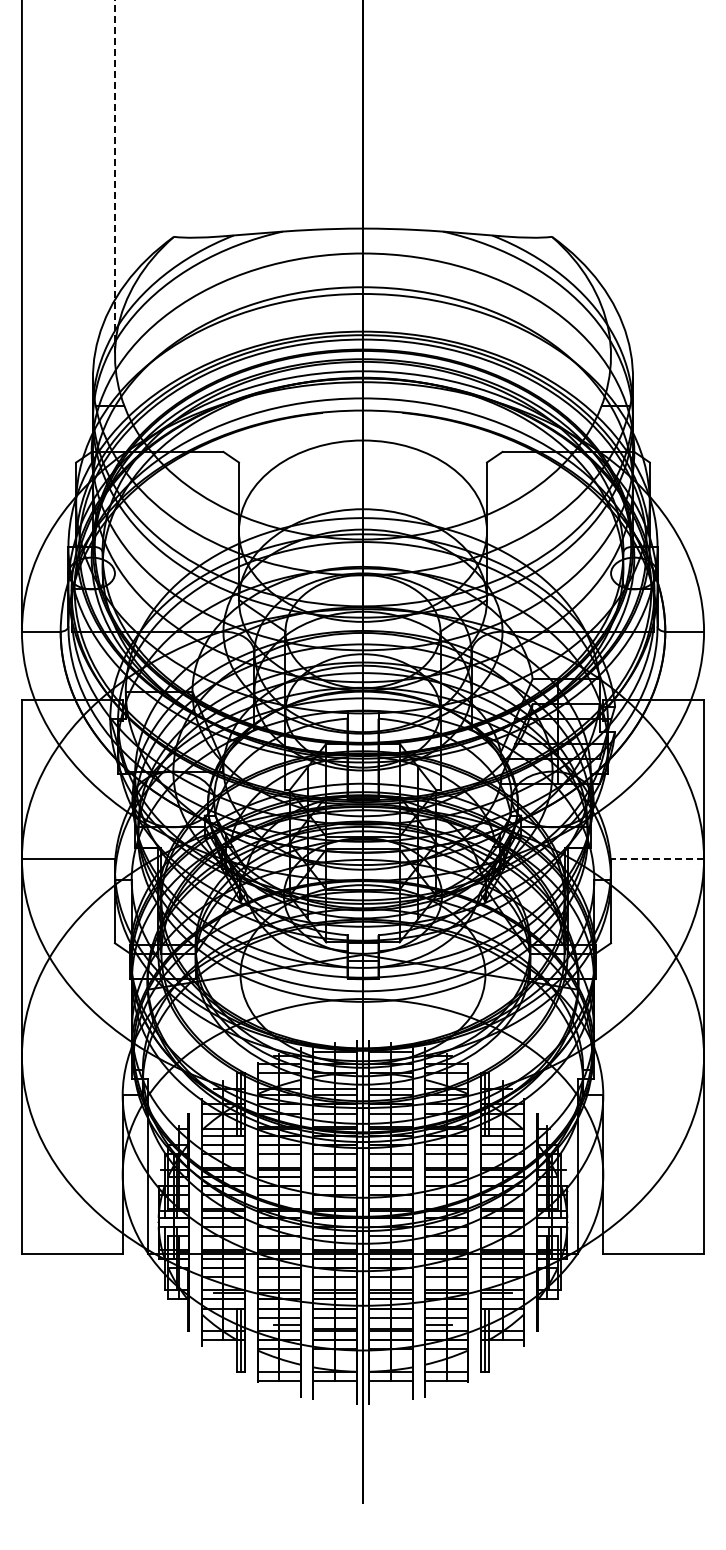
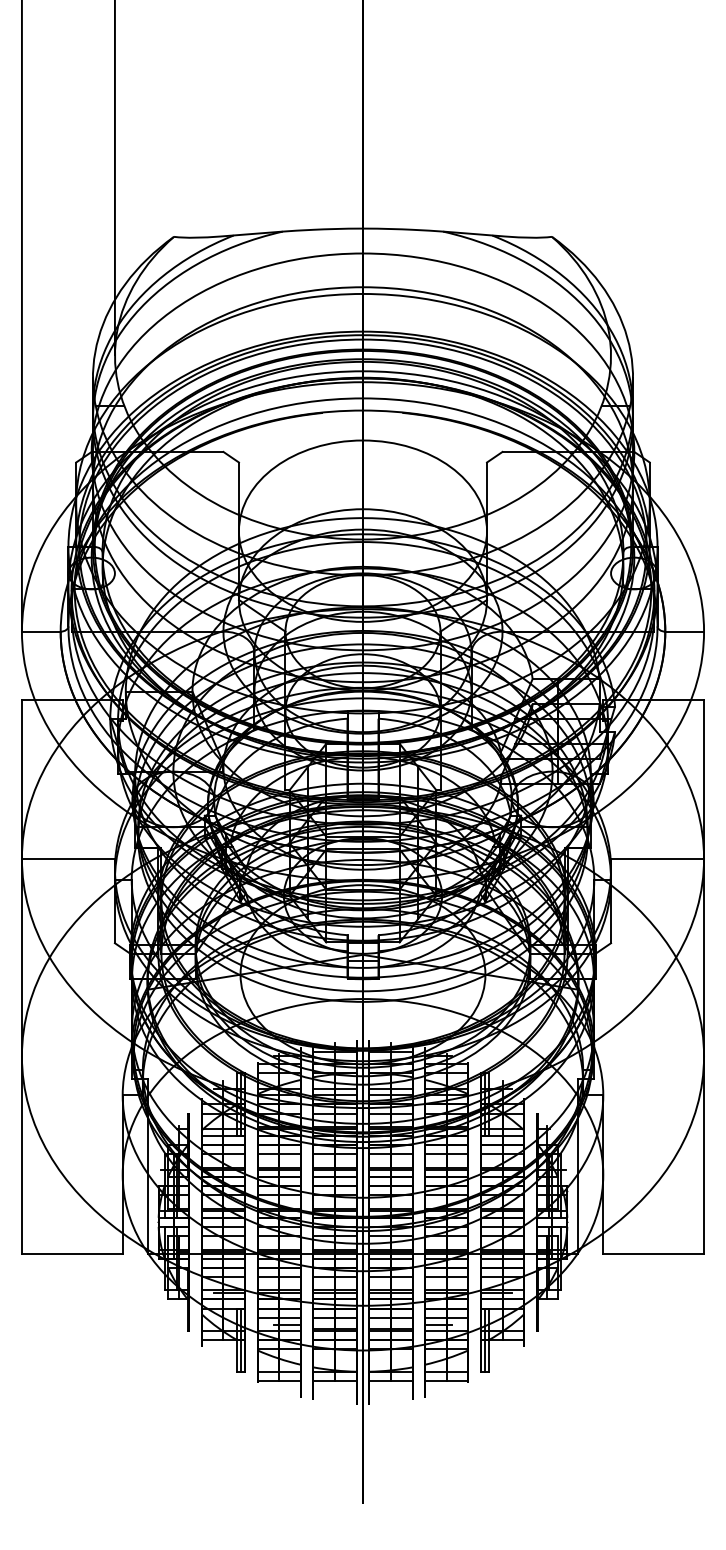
arc at (114, 179): dashed -> solid
line at (657, 858): dashed -> solid
